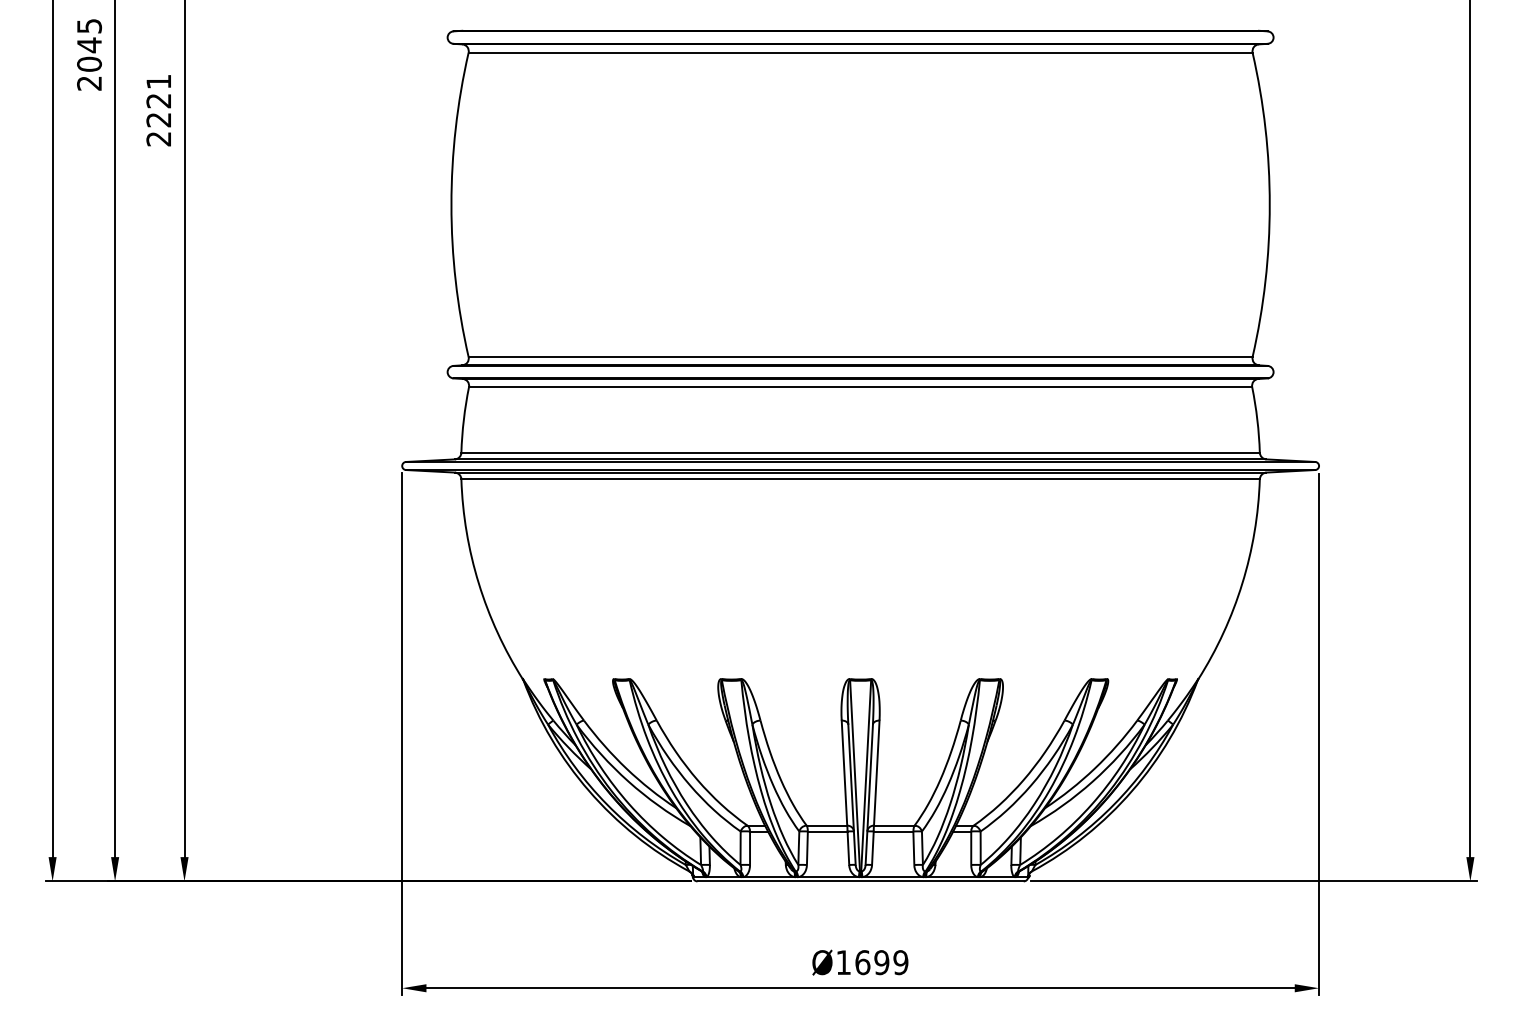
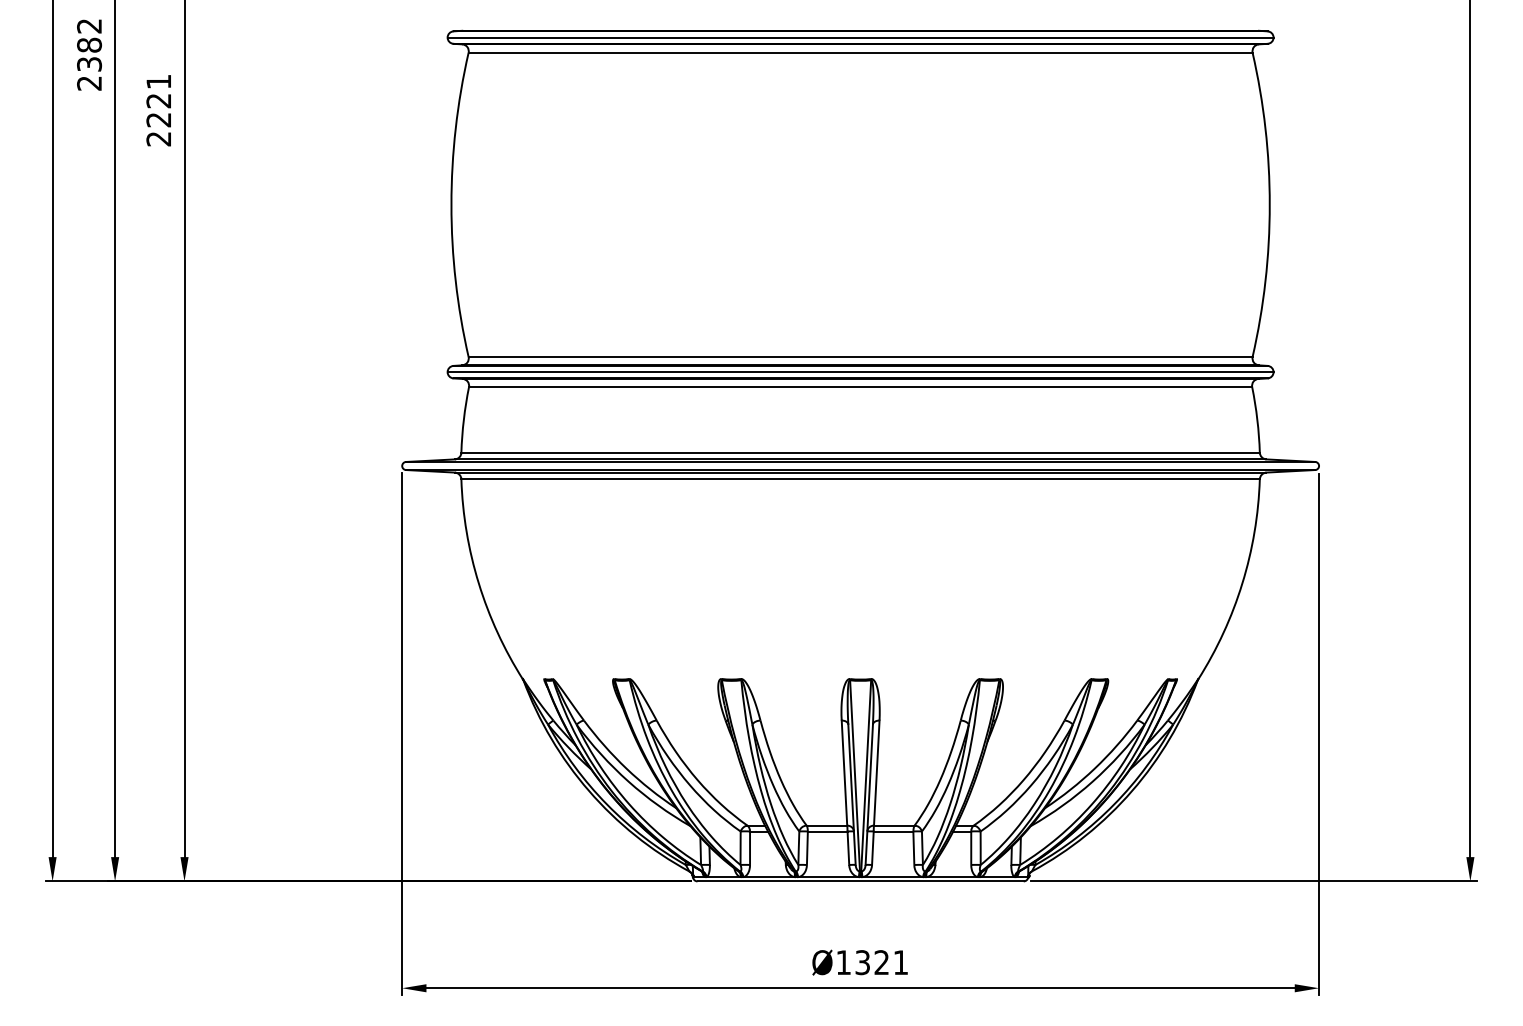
line at (860, 37): none -> present
text at (89, 45): 2045 -> 2382
line at (860, 372): none -> present
text at (881, 962): Ø1699 -> Ø1321
